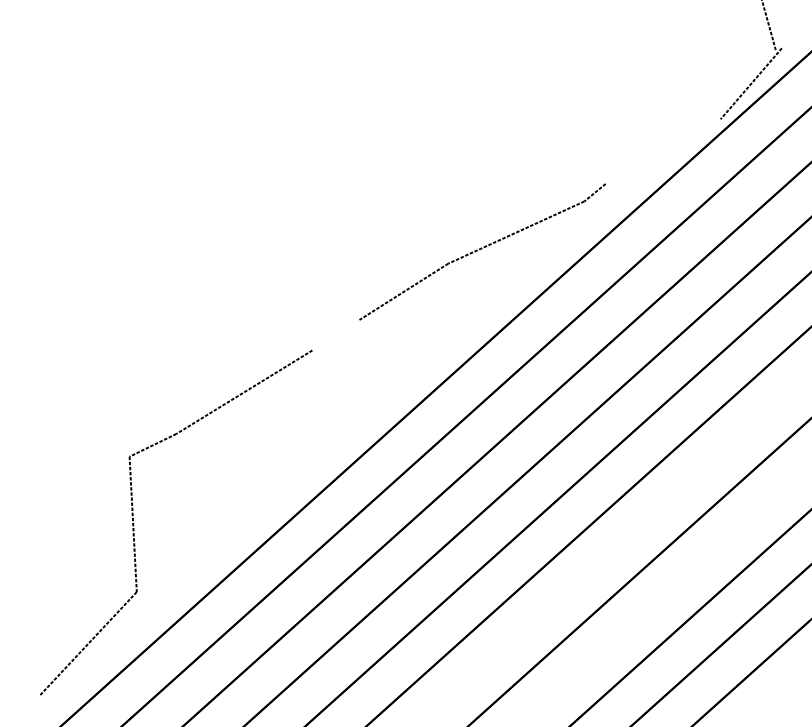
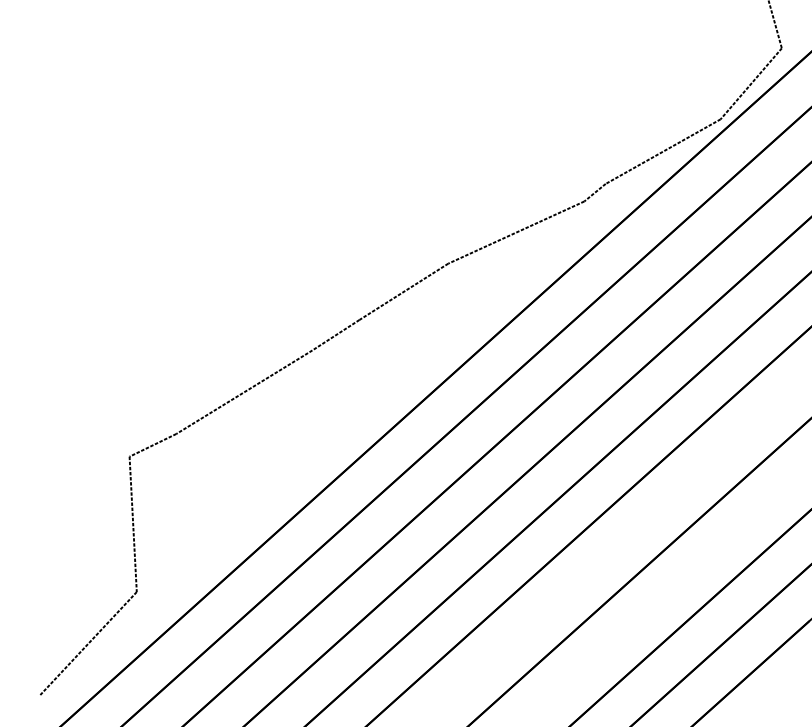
line at (768, 26) position: (768, 26) -> (775, 25)
line at (662, 151): none -> present
line at (335, 334): none -> present
